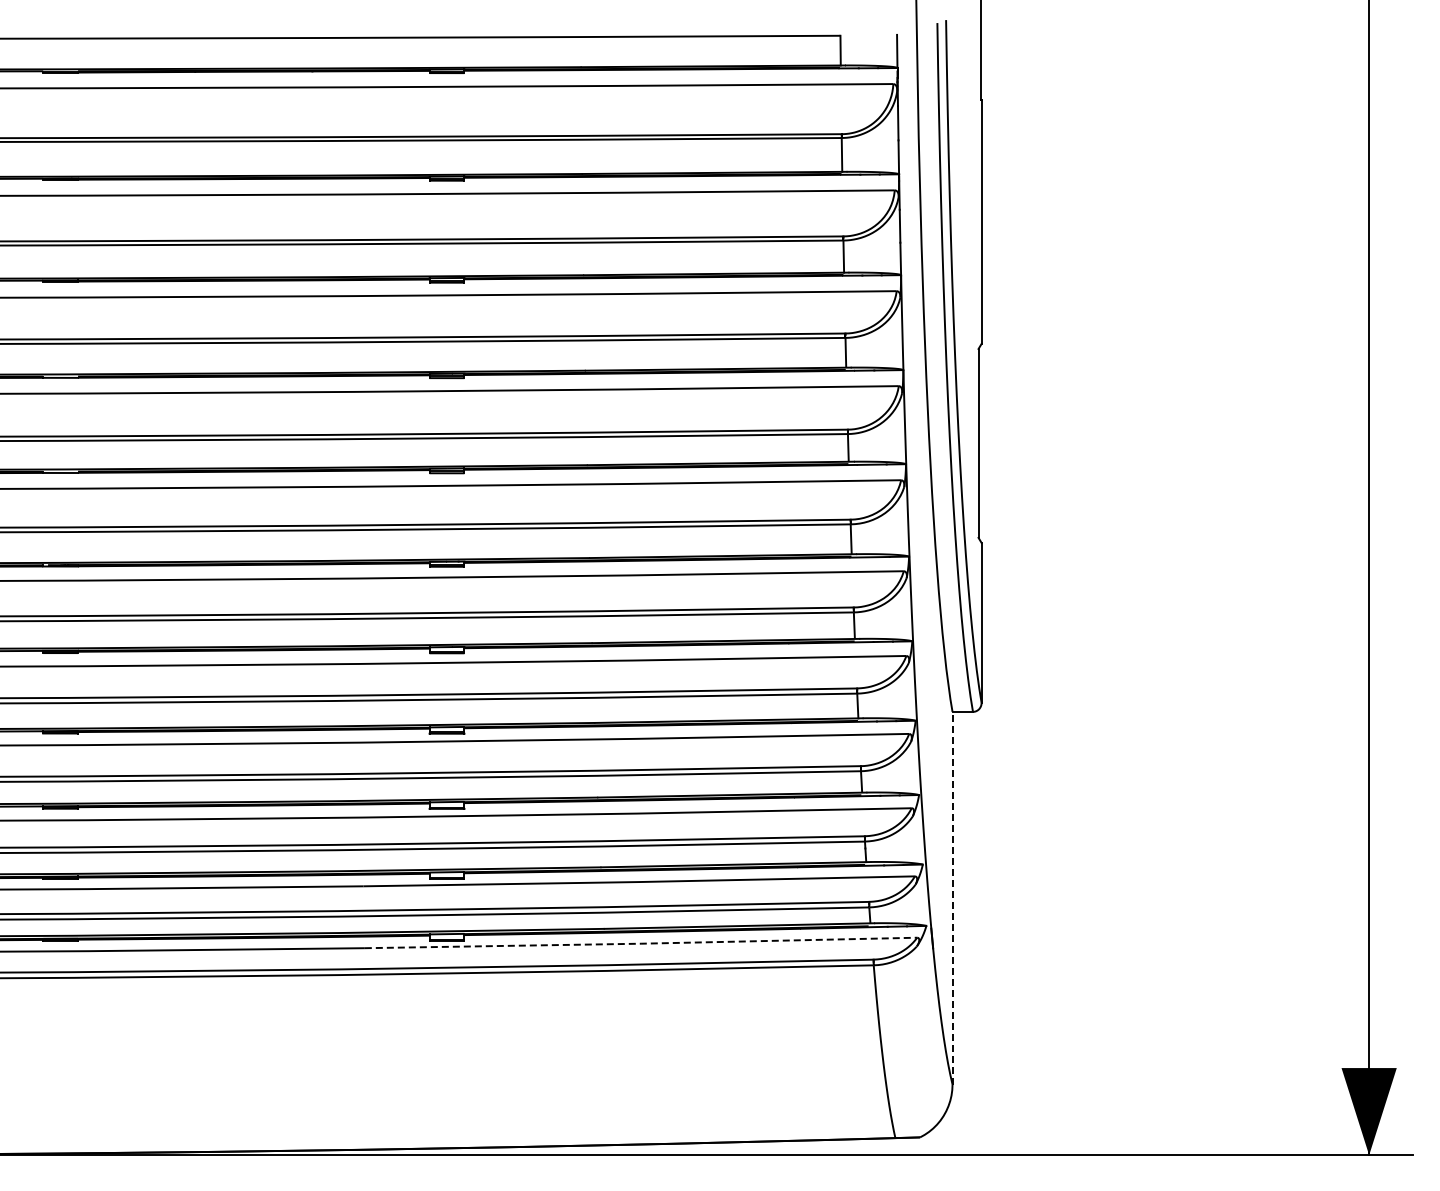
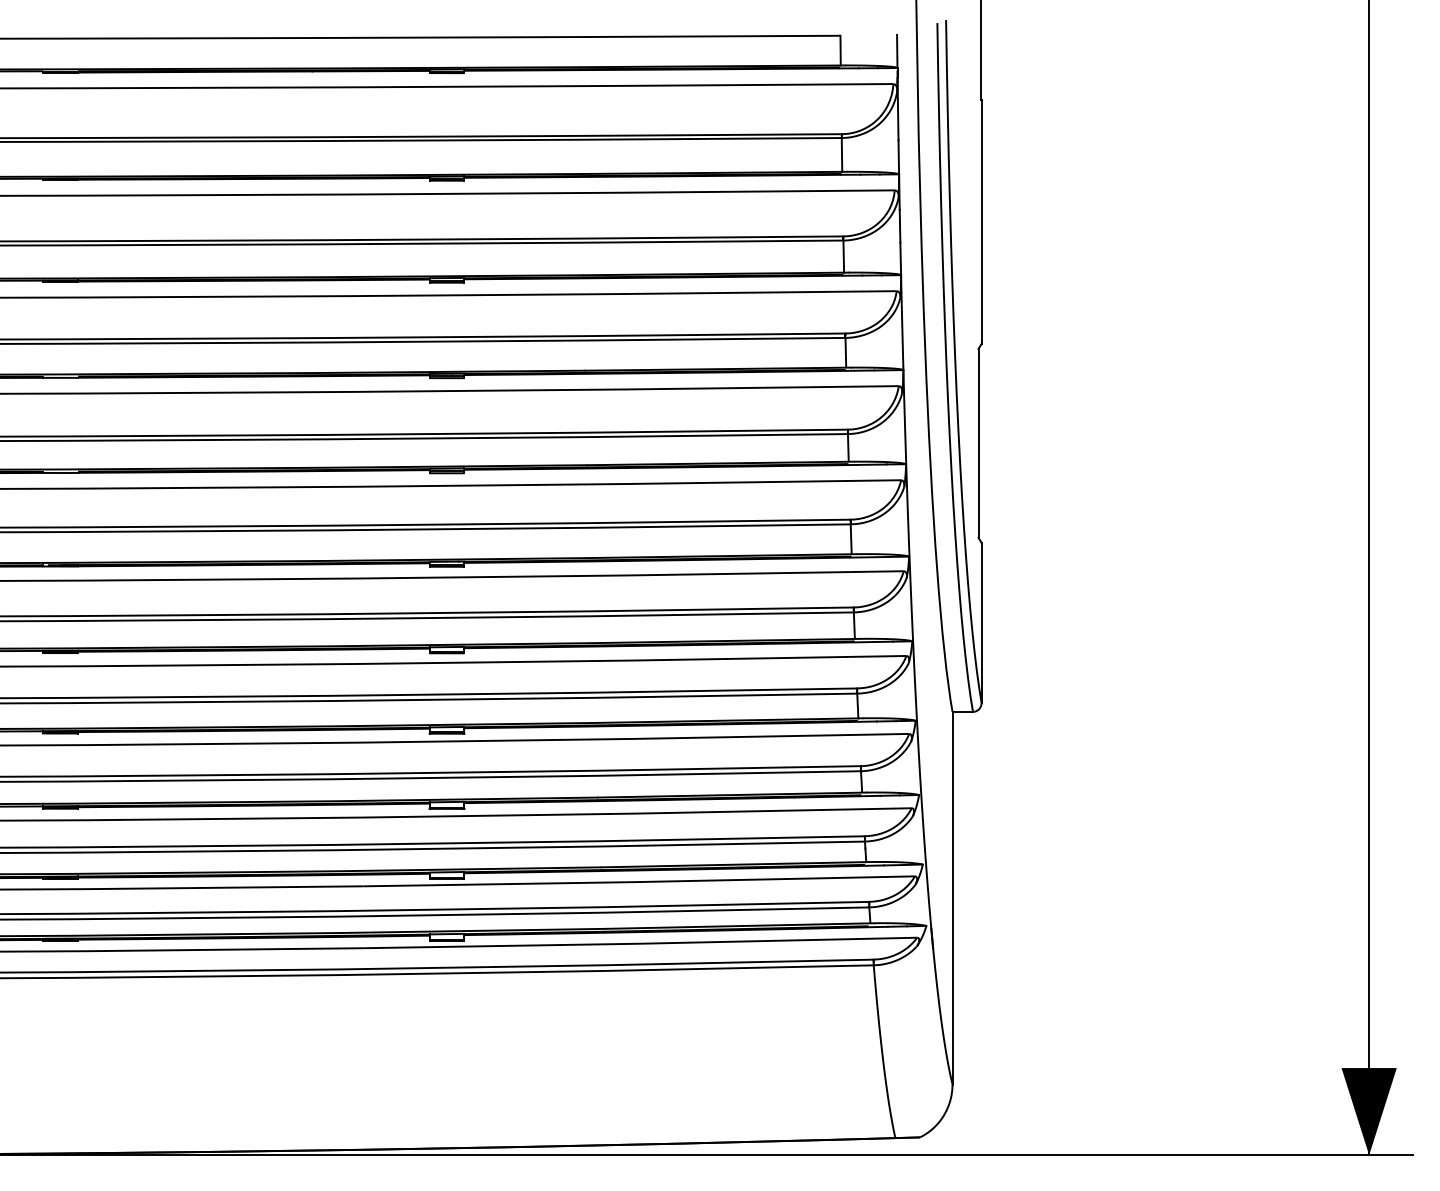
line at (952, 897): dashed -> solid
line at (641, 943): dashed -> solid
